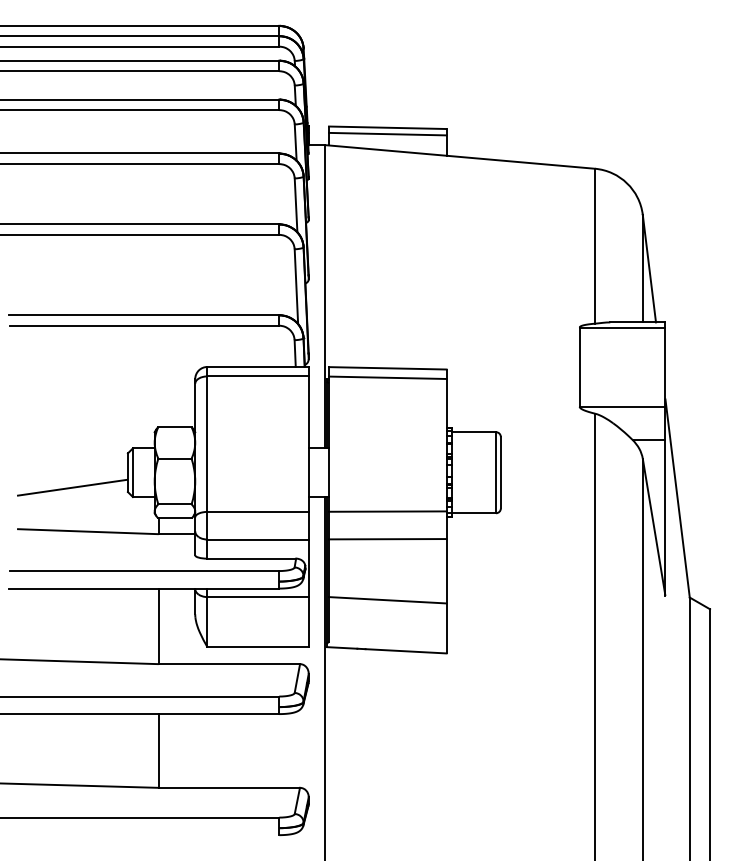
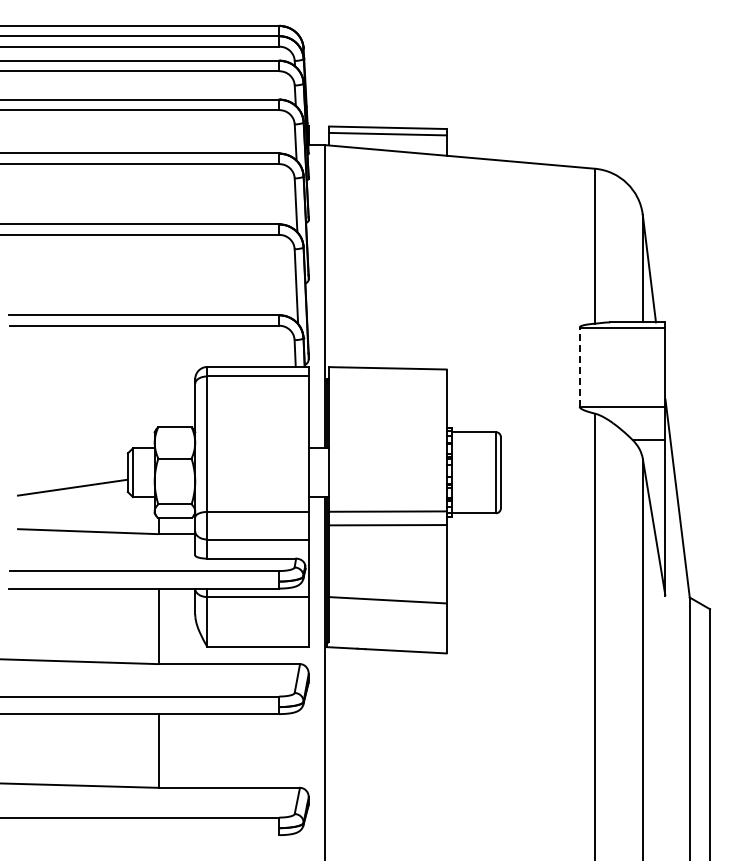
line at (579, 367): solid -> dashed
line at (387, 377): present -> none
line at (387, 539) position: (387, 539) -> (387, 525)
